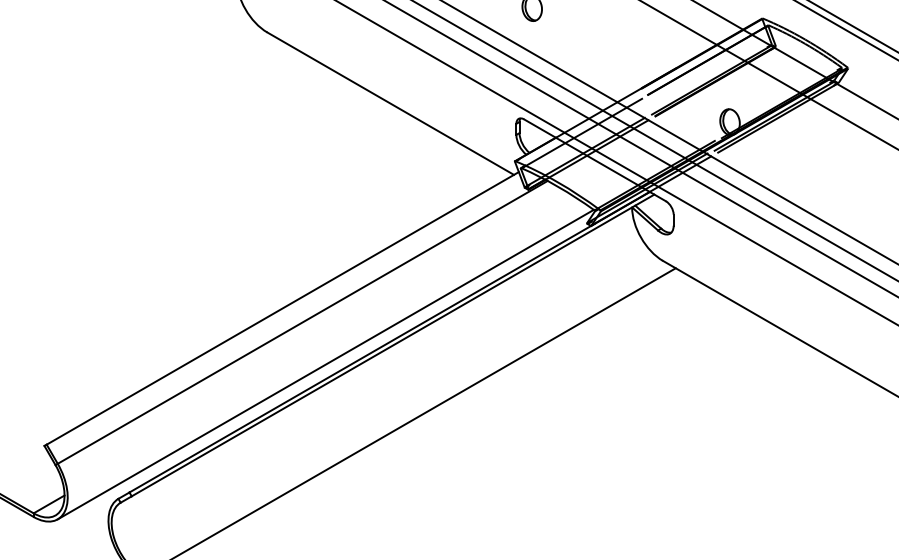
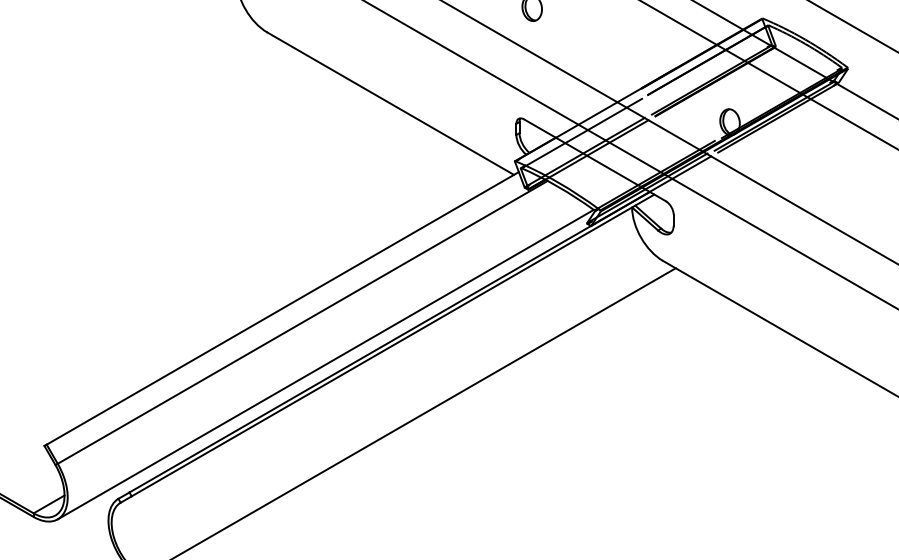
line at (846, 30): present -> none
line at (654, 140): present -> none
line at (641, 148): present -> none
line at (616, 162) position: (616, 162) -> (630, 154)
